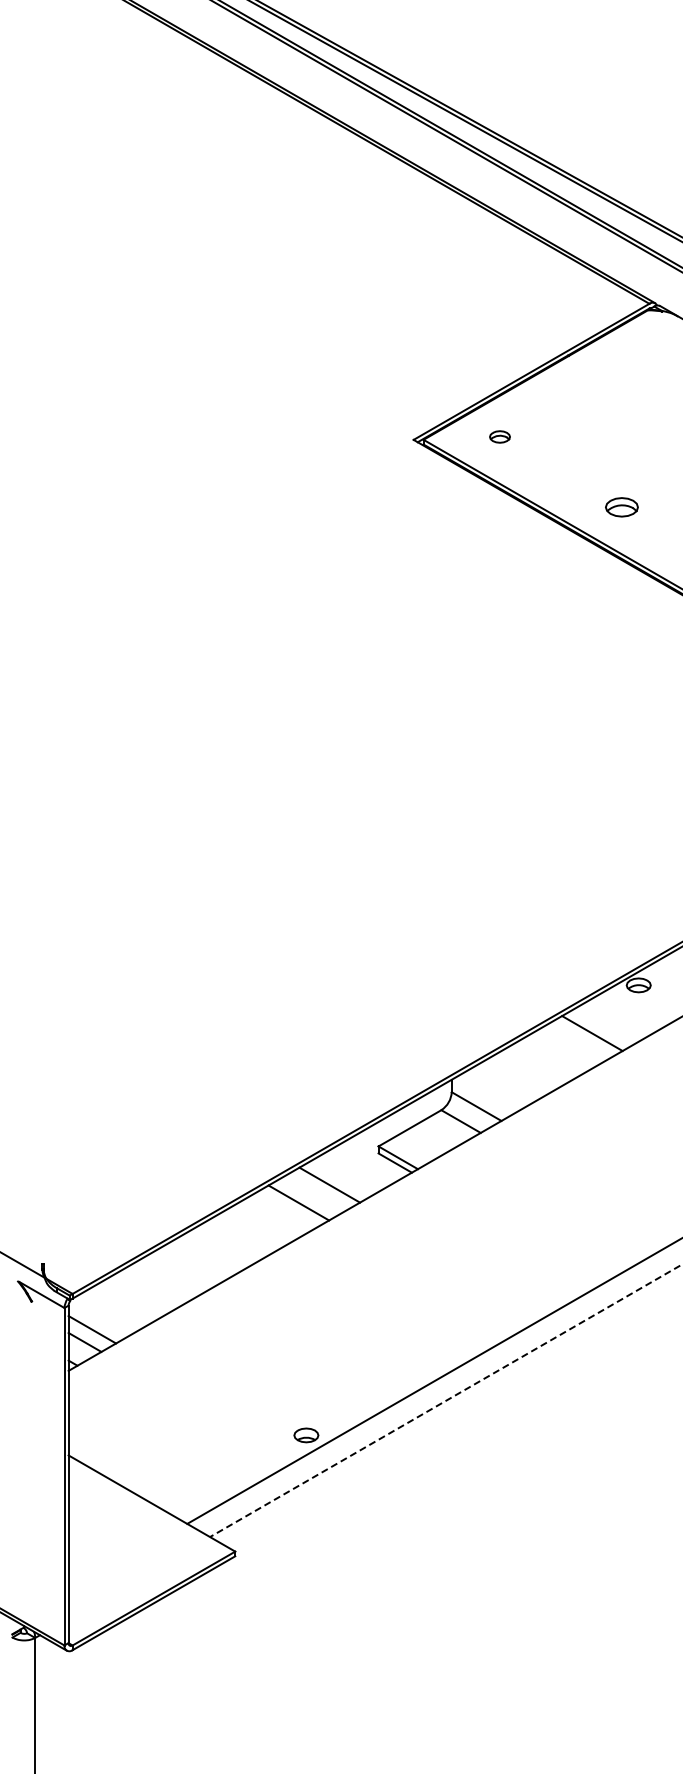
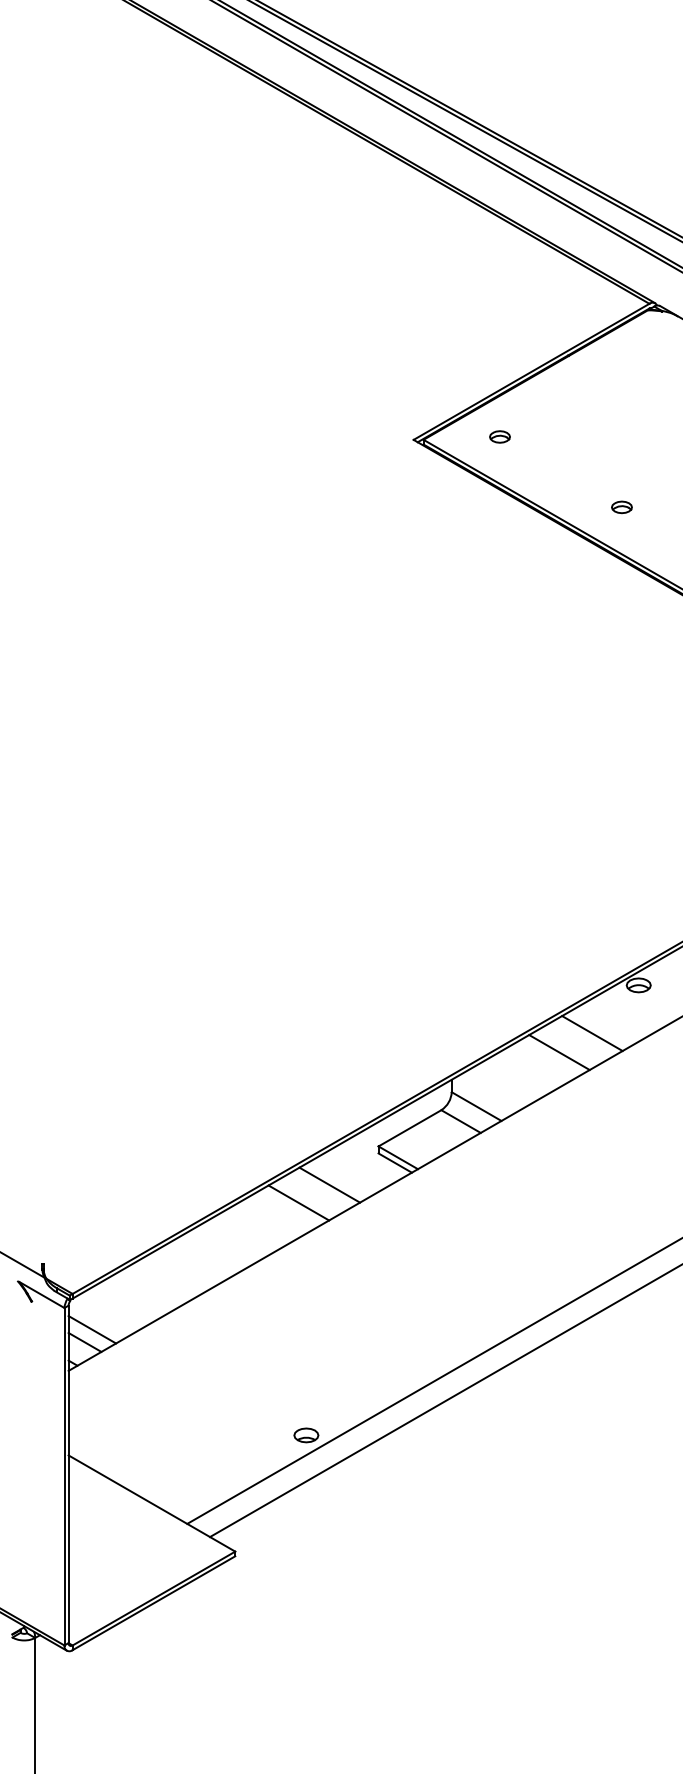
part at (621, 507) size: 34x21 px -> 22x15 px
line at (559, 1052): none -> present
line at (446, 1400): dashed -> solid
